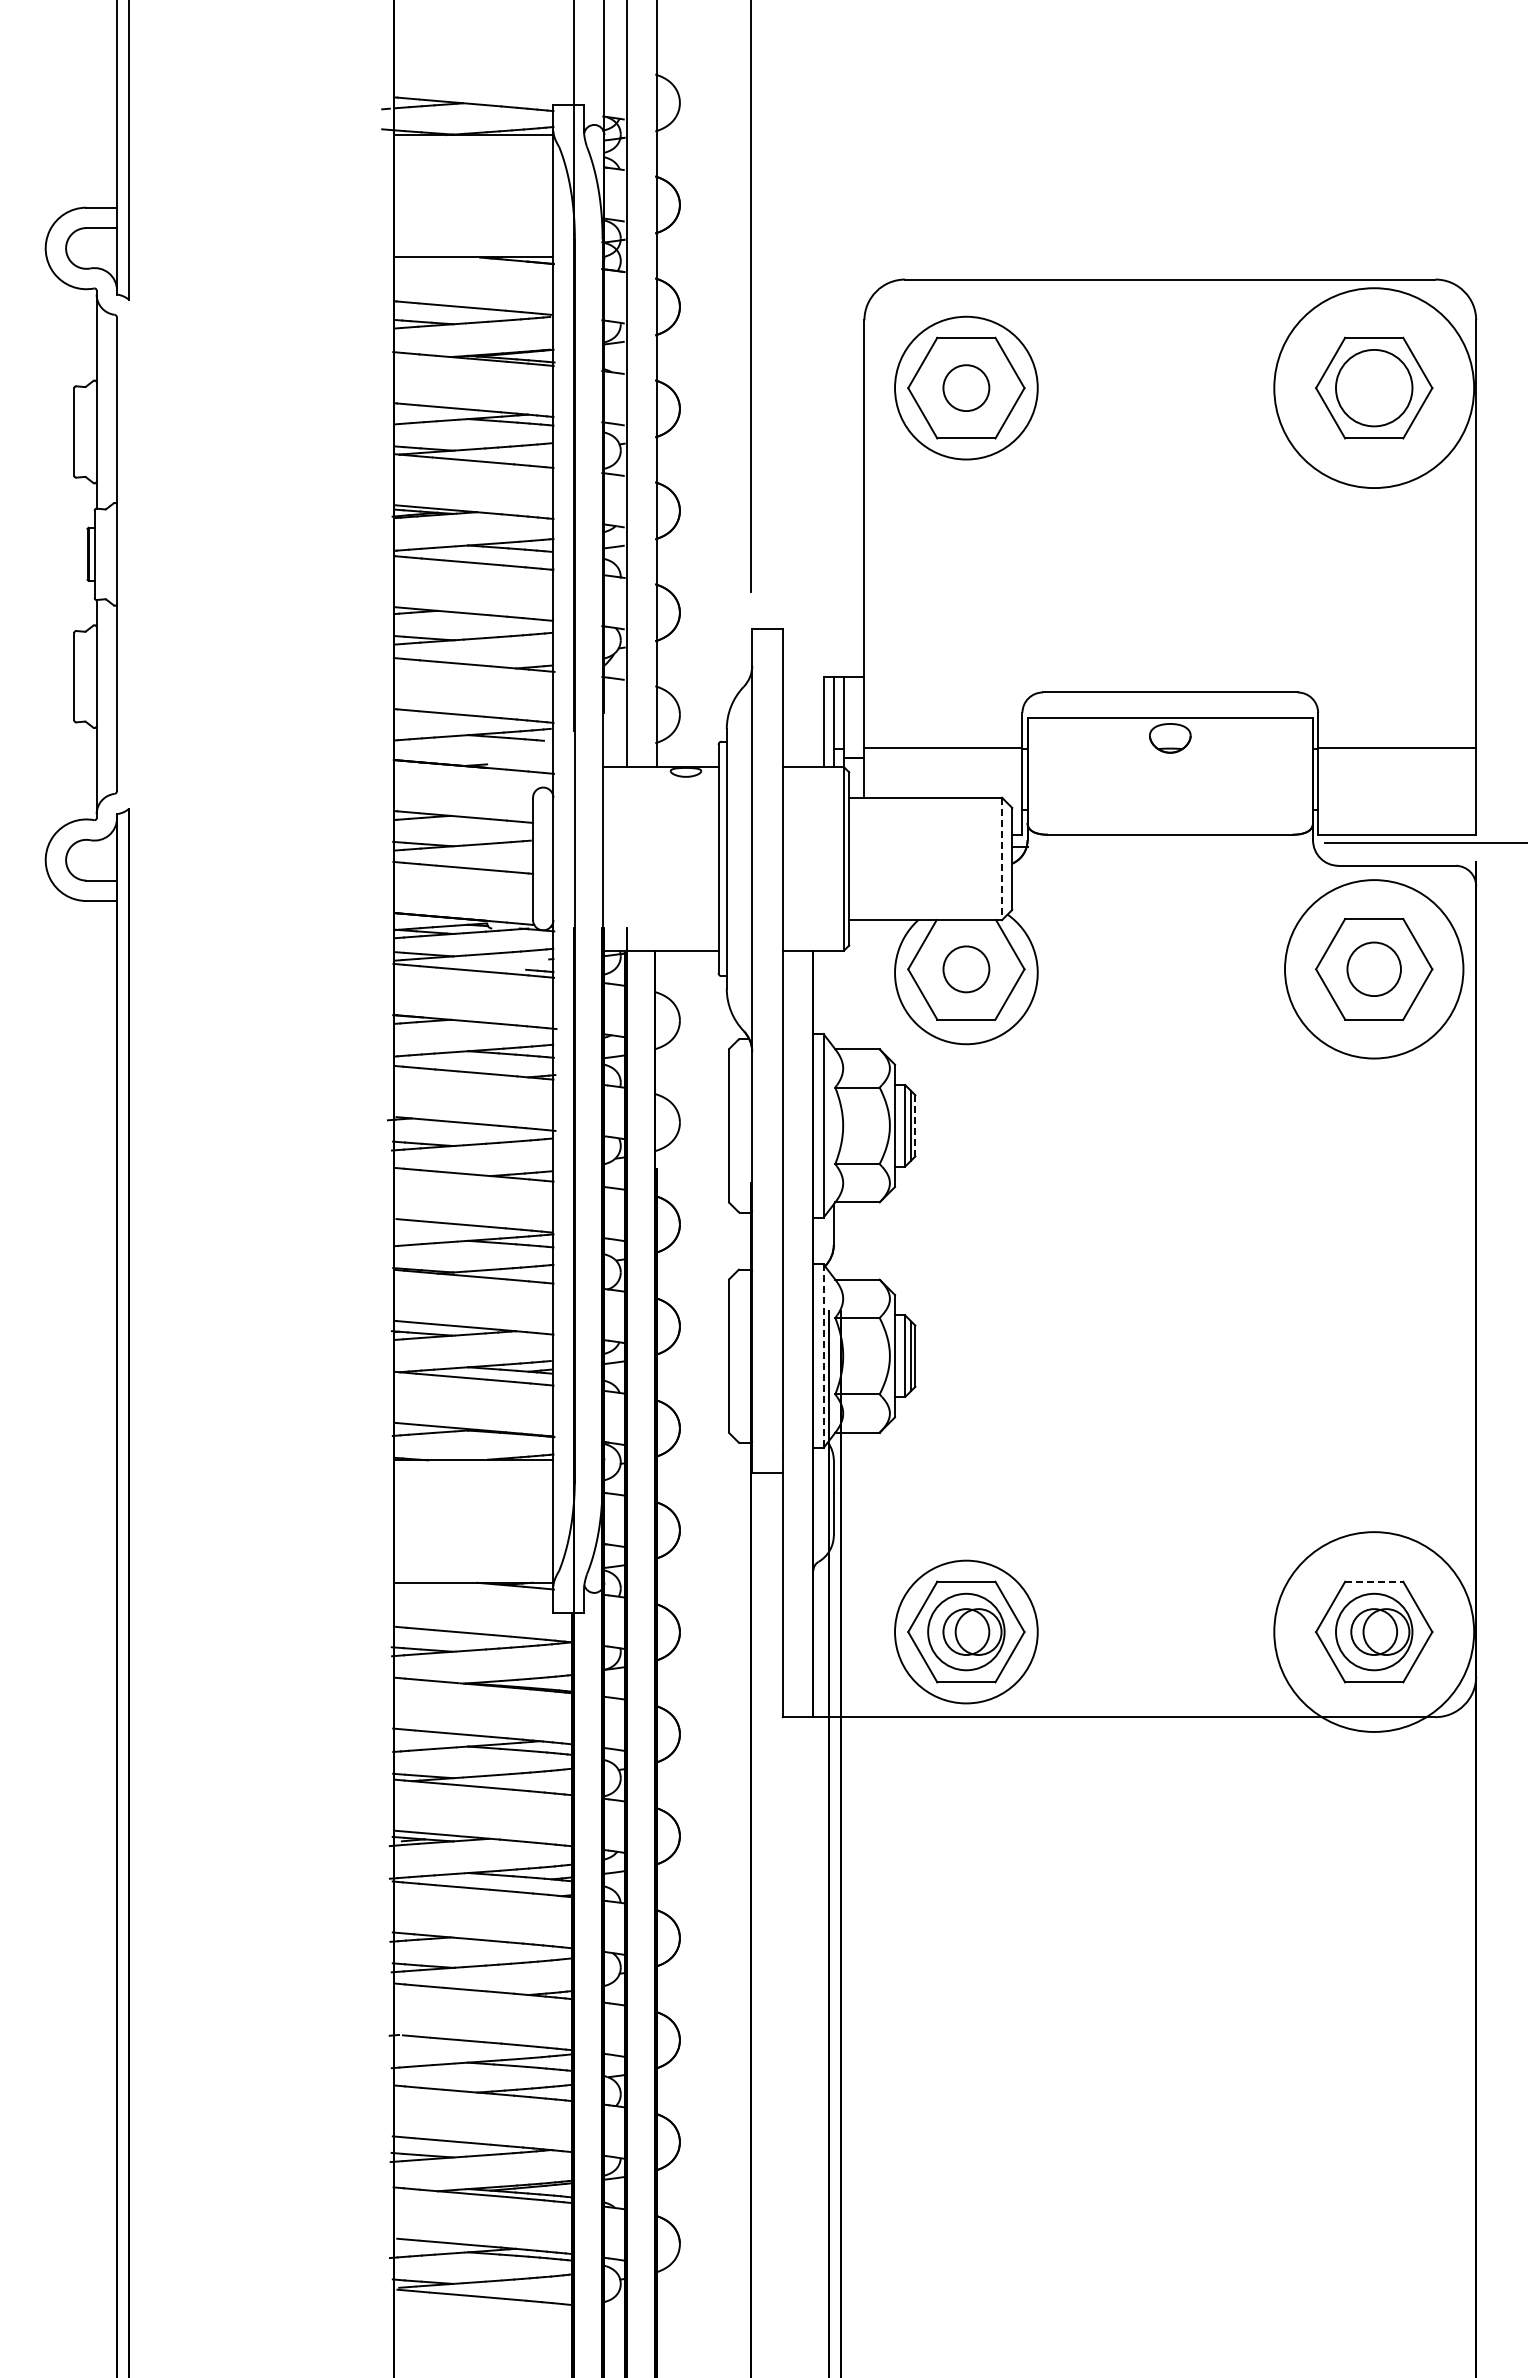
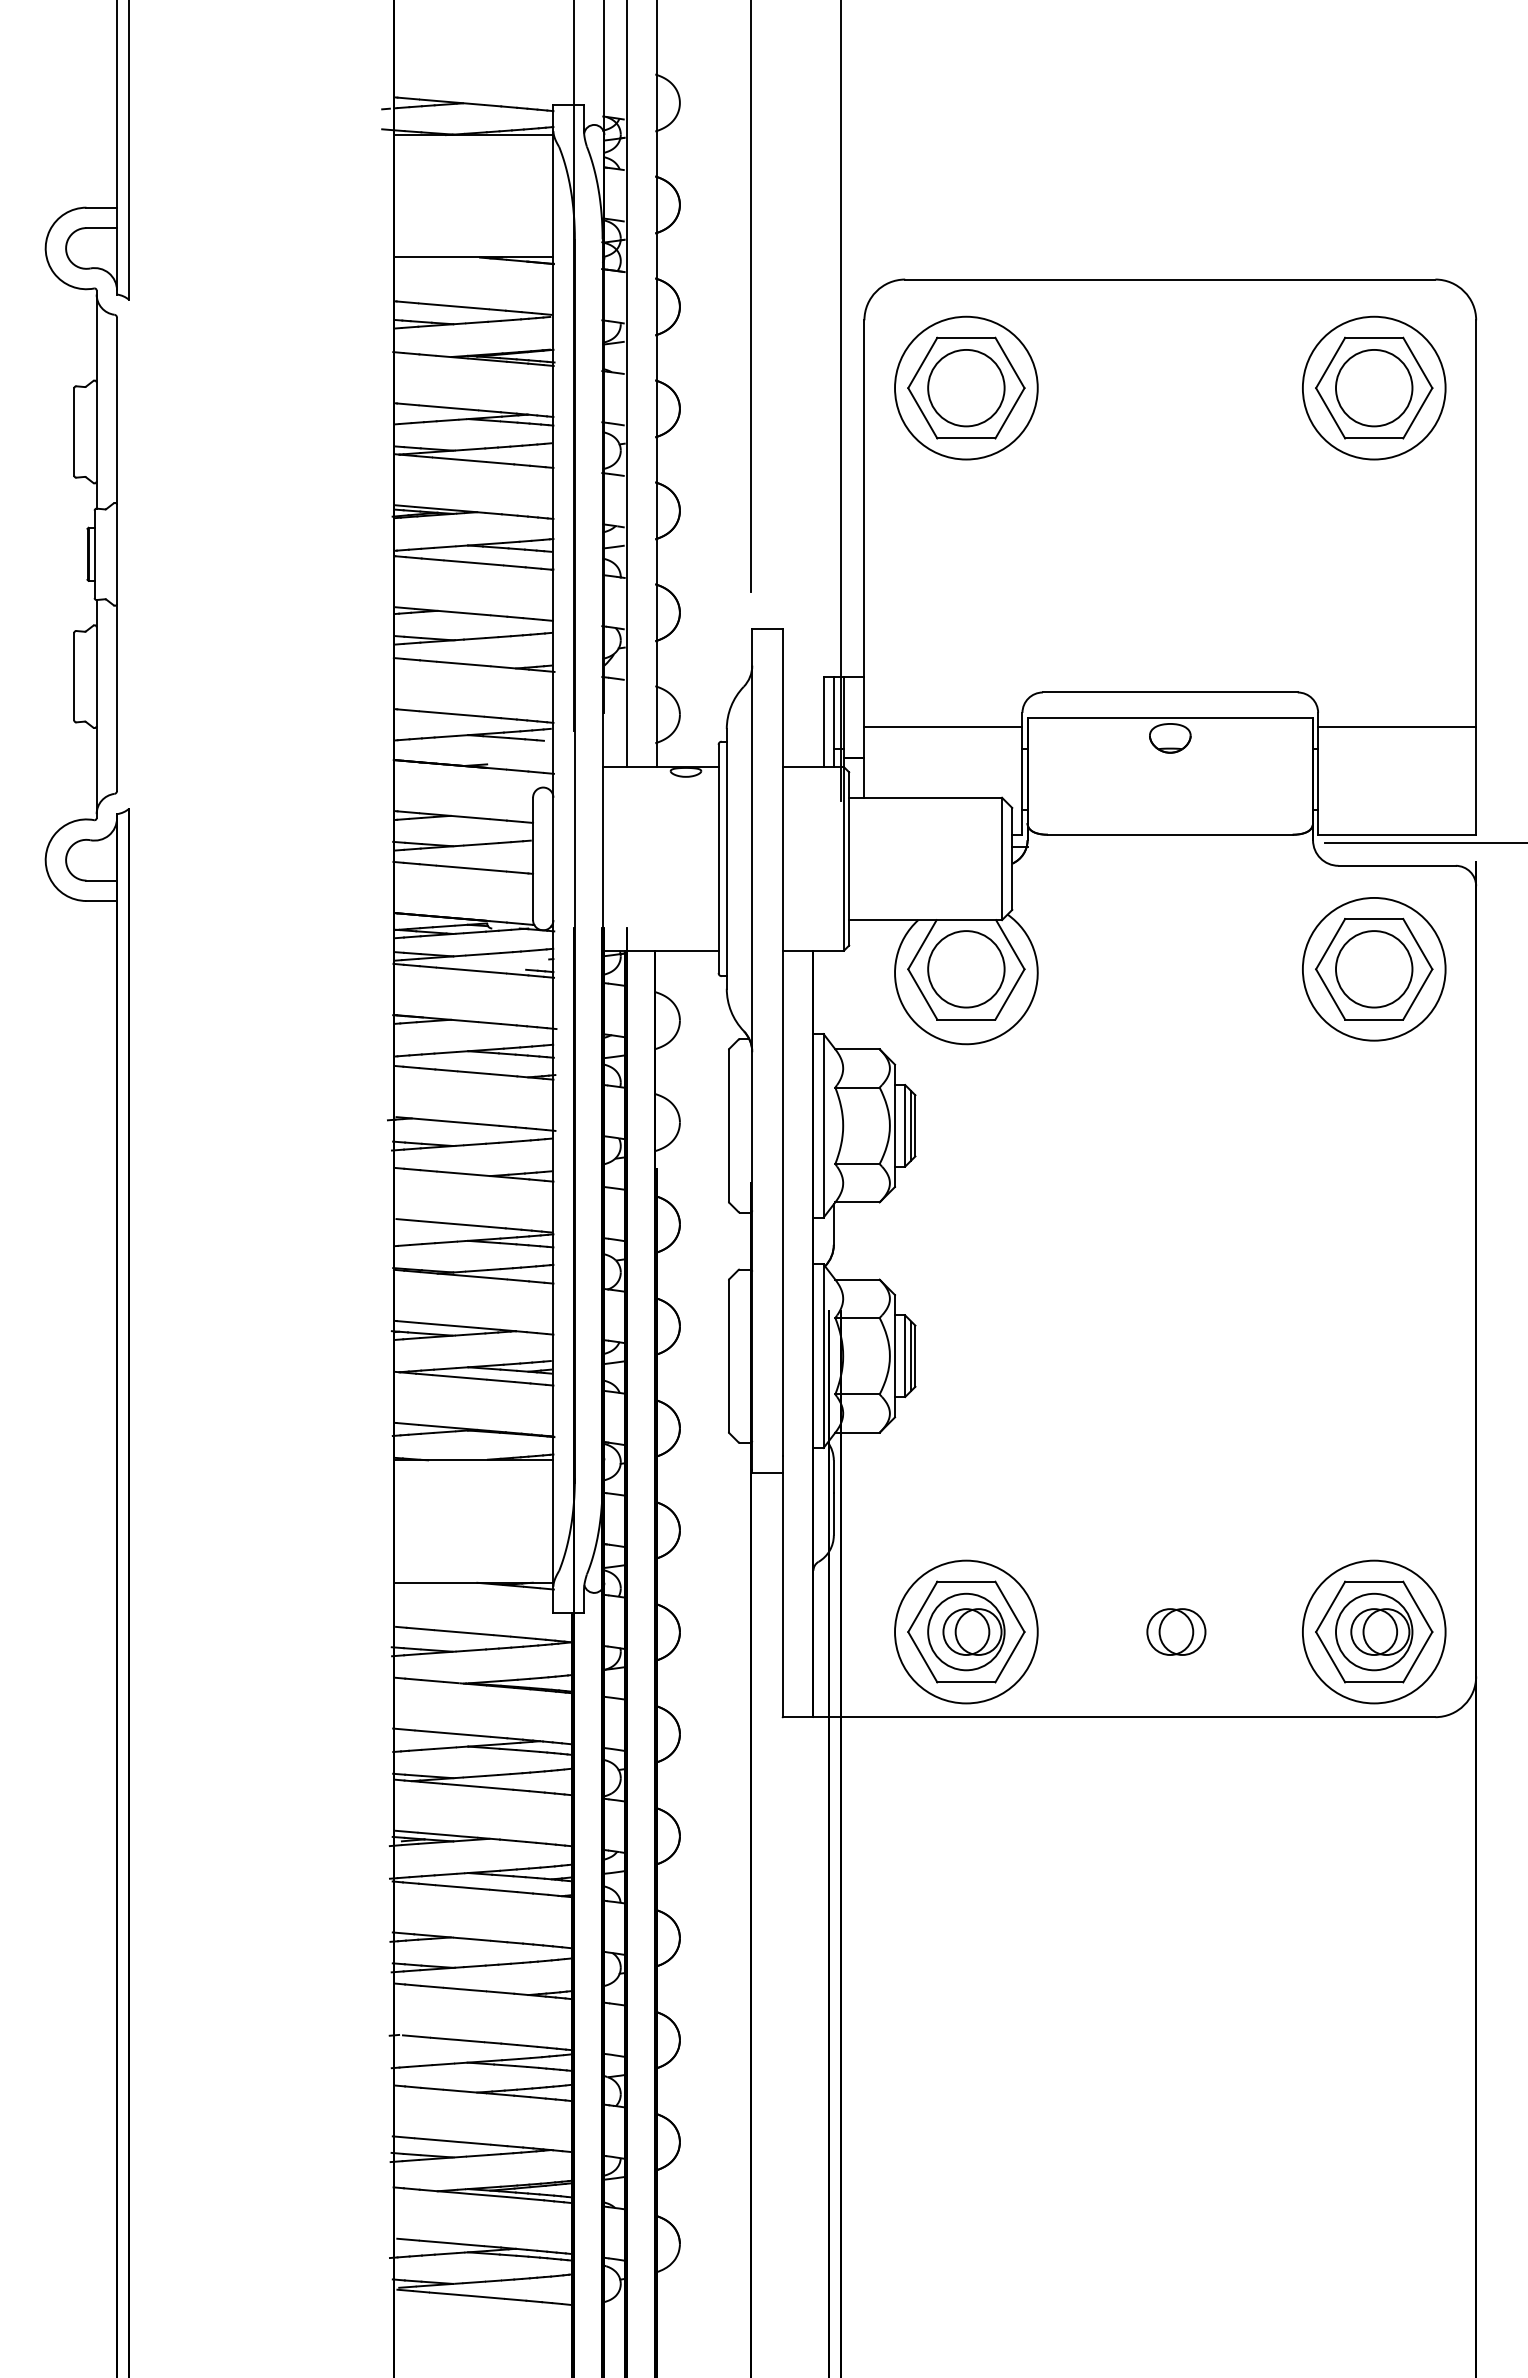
circle at (966, 388) diameter: 46 px -> 76 px
circle at (1374, 388) diameter: 200 px -> 143 px
line at (840, 401): none -> present
line at (943, 747) position: (943, 747) -> (943, 726)
line at (1397, 747) position: (1397, 747) -> (1397, 726)
line at (1002, 859): dashed -> solid
circle at (966, 969) size: 49x49 px -> 79x79 px
circle at (1373, 969) diameter: 54 px -> 76 px
circle at (1374, 969) diameter: 178 px -> 143 px
line at (915, 1125): dashed -> solid
line at (823, 1356): dashed -> solid
line at (1374, 1581): dashed -> solid
part at (1176, 1631): none -> present
circle at (1374, 1631) diameter: 200 px -> 143 px
